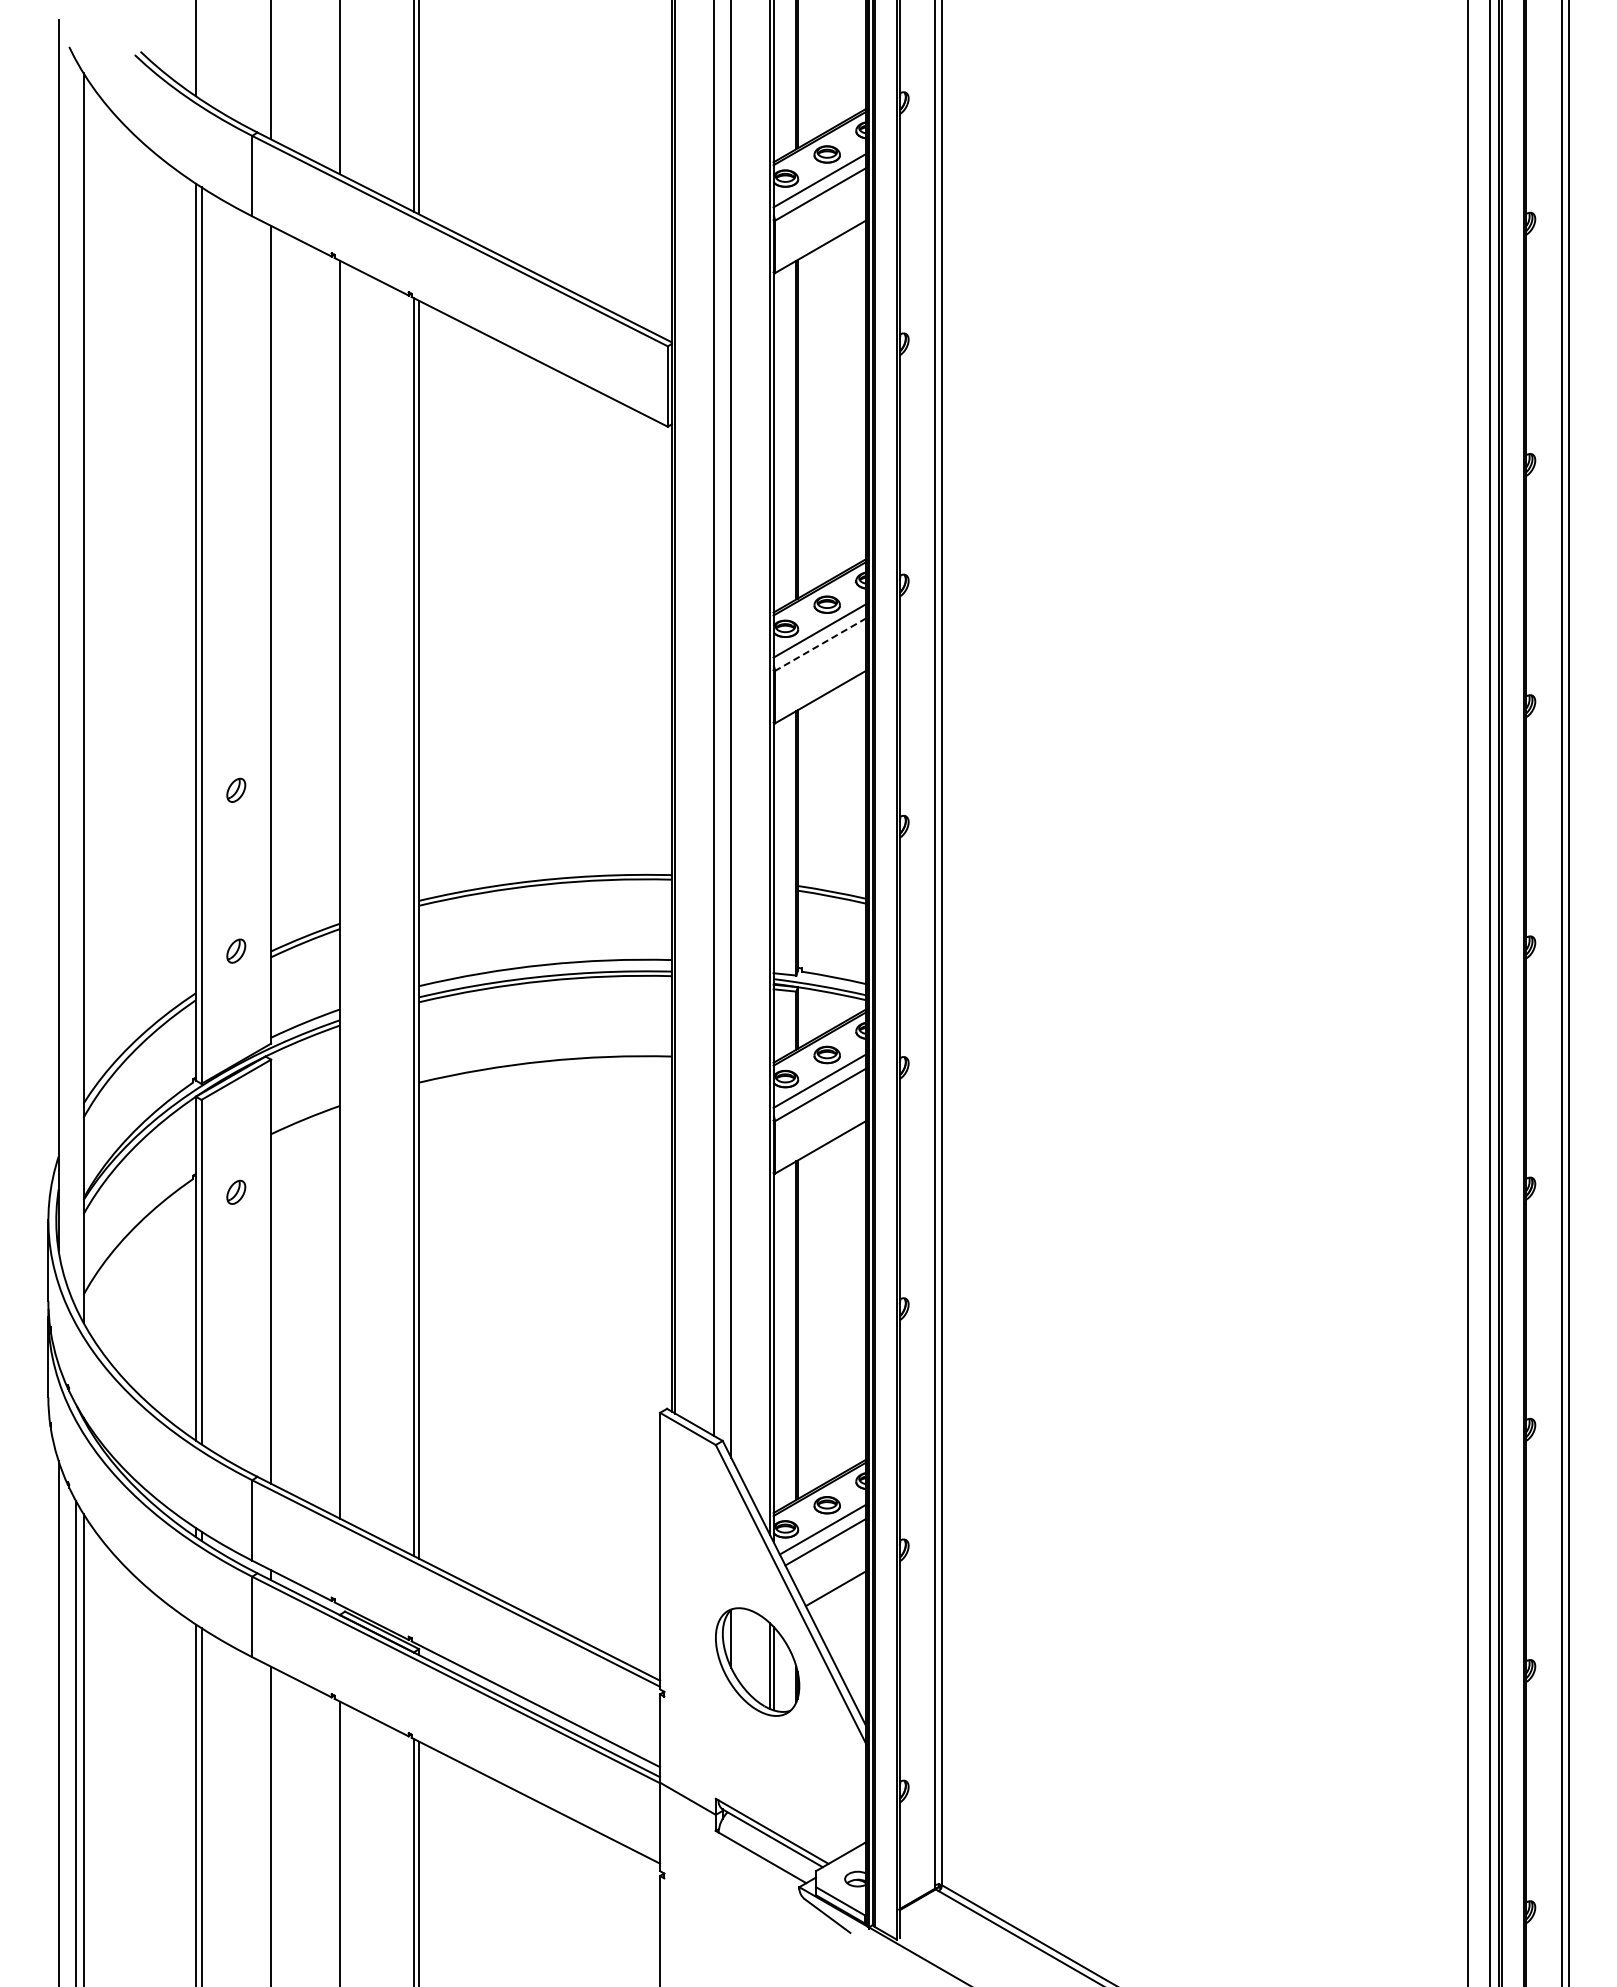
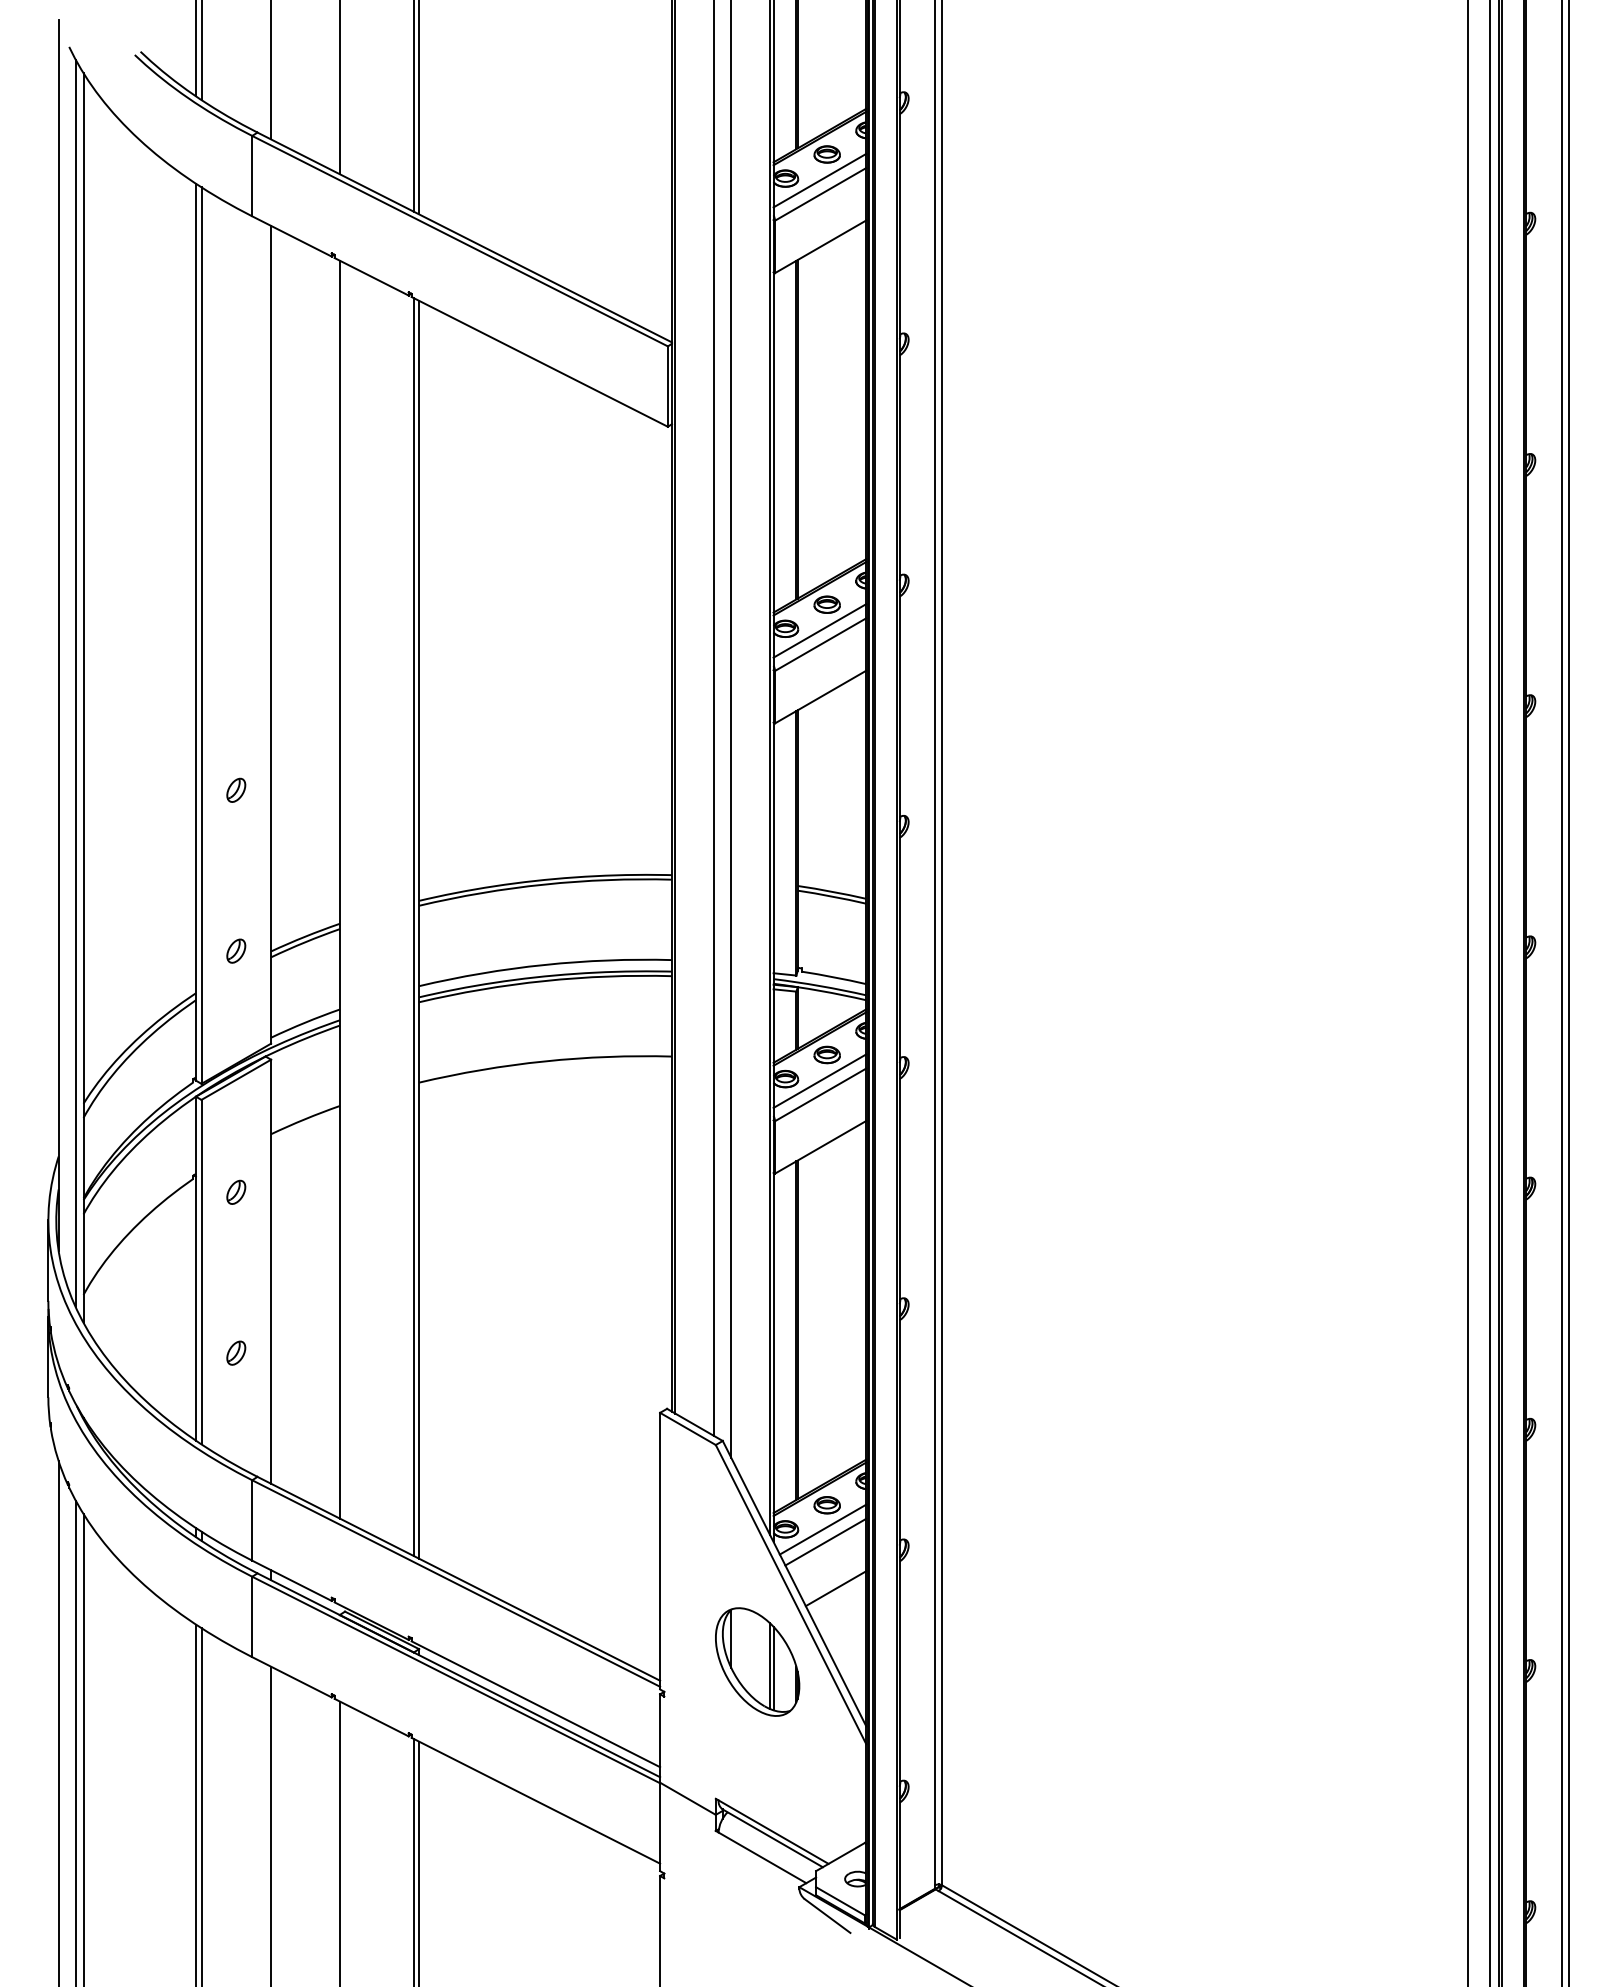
line at (201, 51): none -> present
line at (820, 644): dashed -> solid
line at (75, 683): none -> present
part at (236, 1352): none -> present
